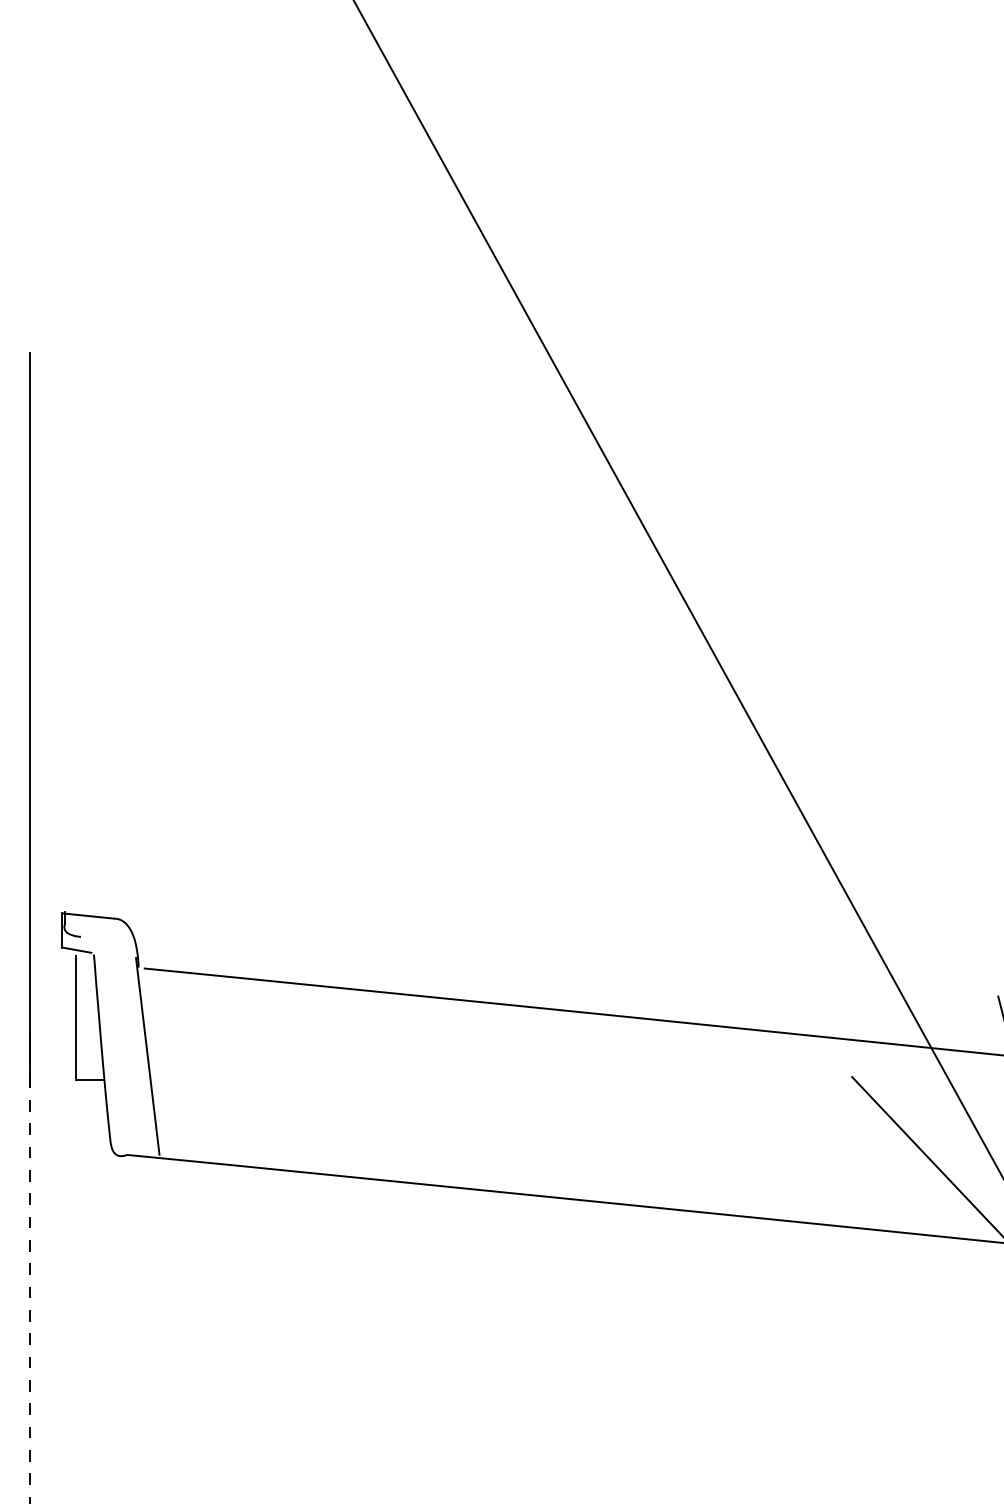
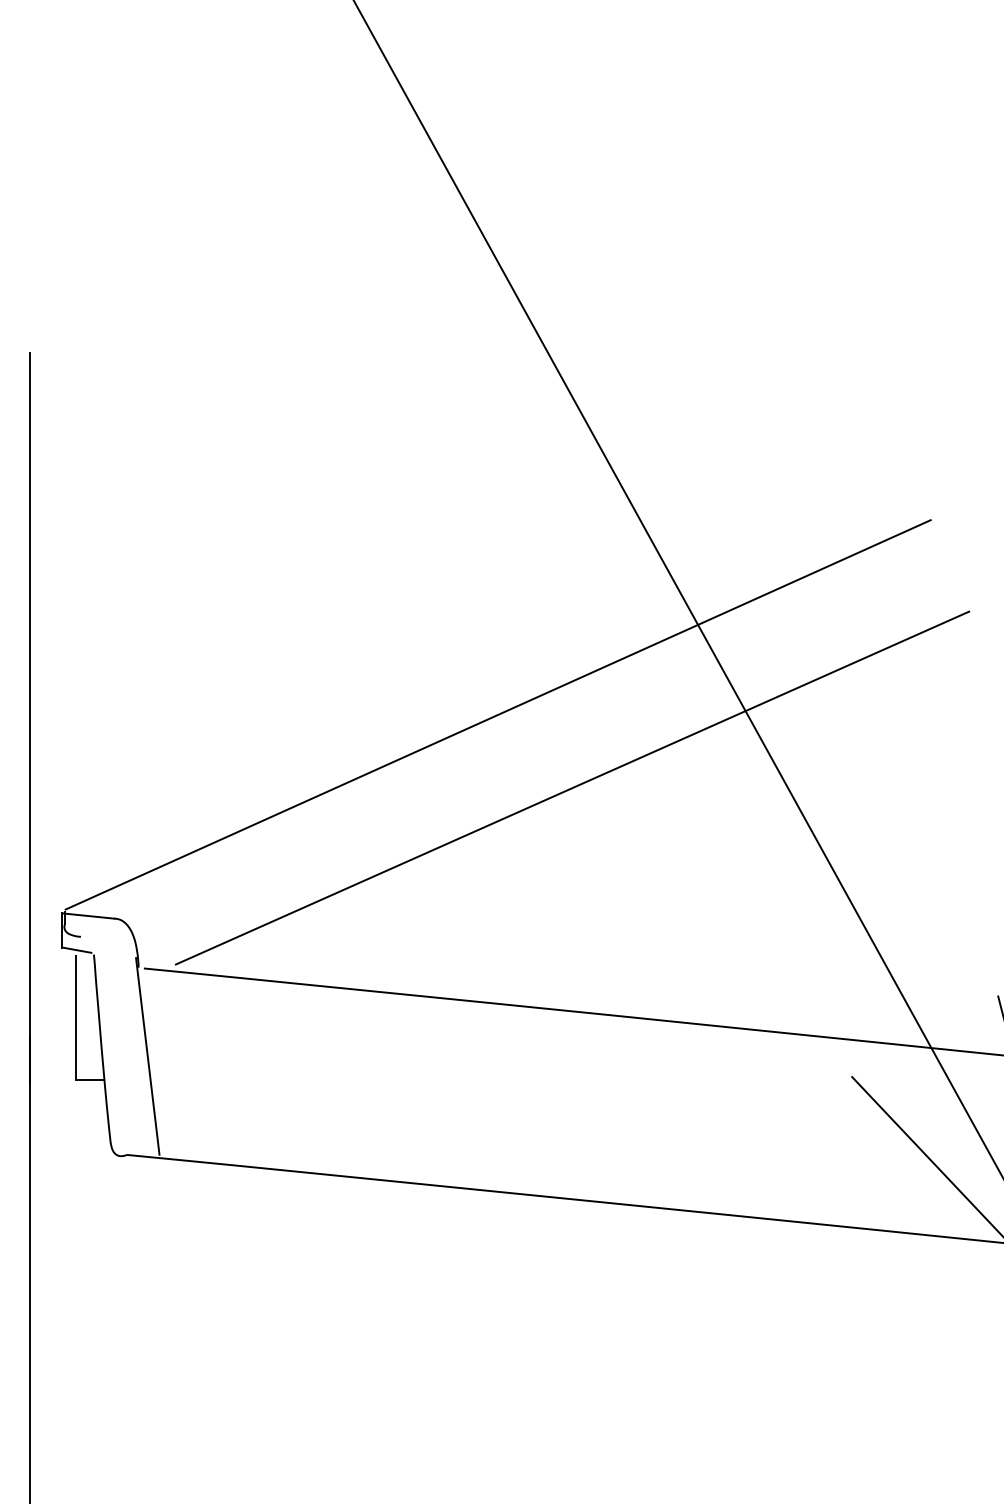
line at (497, 714): none -> present
line at (572, 787): none -> present
line at (29, 1269): dashed -> solid
